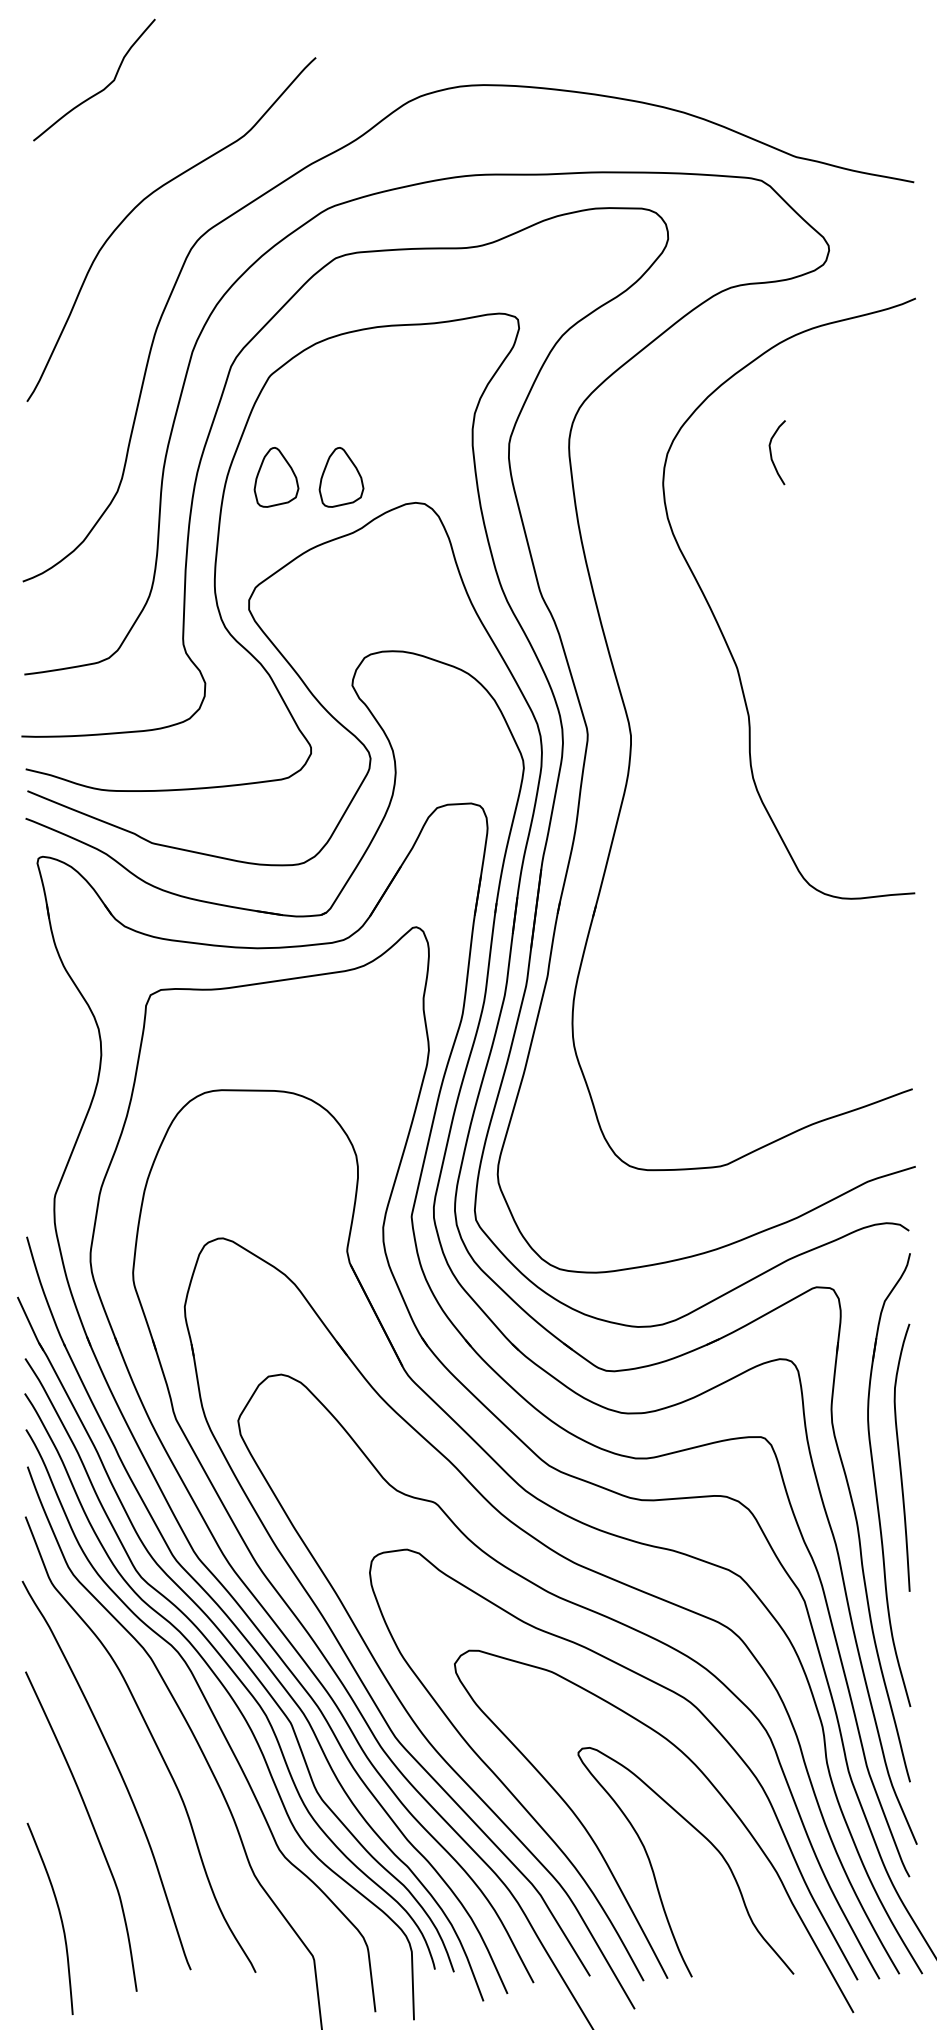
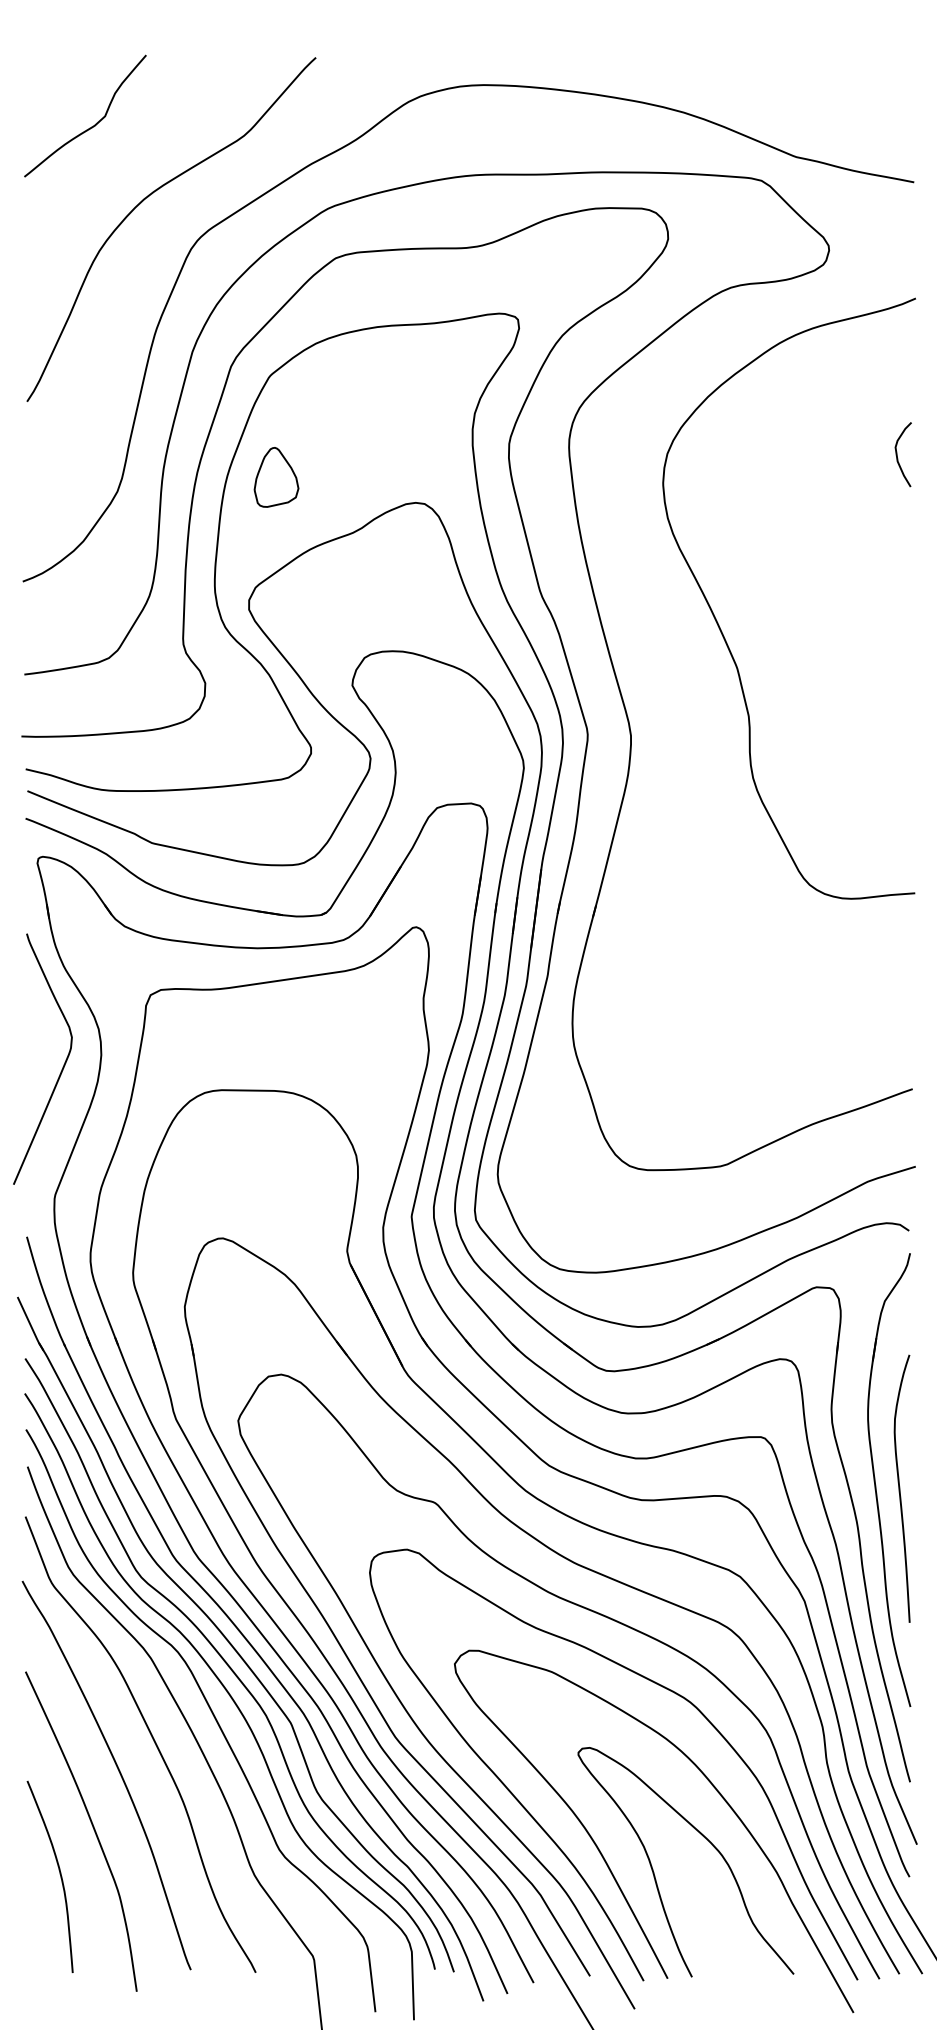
curve at (100, 90) position: (100, 90) -> (91, 126)
curve at (771, 452) position: (771, 452) -> (897, 454)
part at (341, 477): present -> none
curve at (63, 1064): none -> present
curve at (900, 1457) position: (900, 1457) -> (900, 1488)
curve at (59, 1916) position: (59, 1916) -> (59, 1874)
